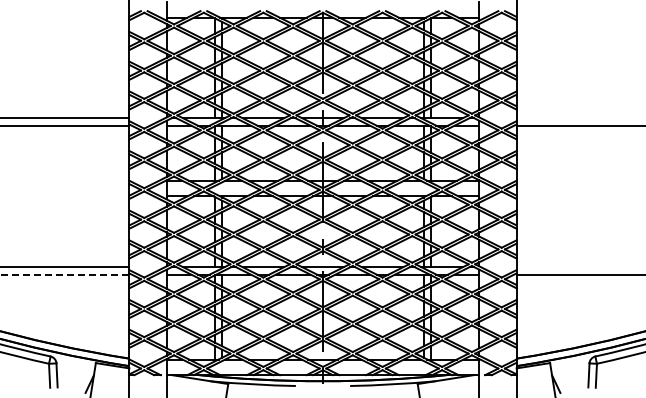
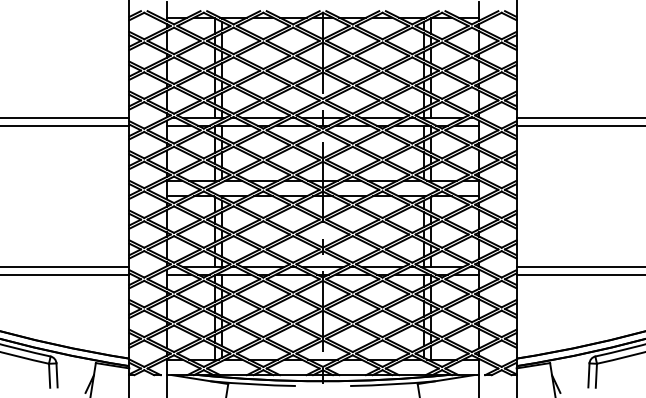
line at (579, 118): none -> present
line at (579, 267): none -> present
line at (65, 274): dashed -> solid
